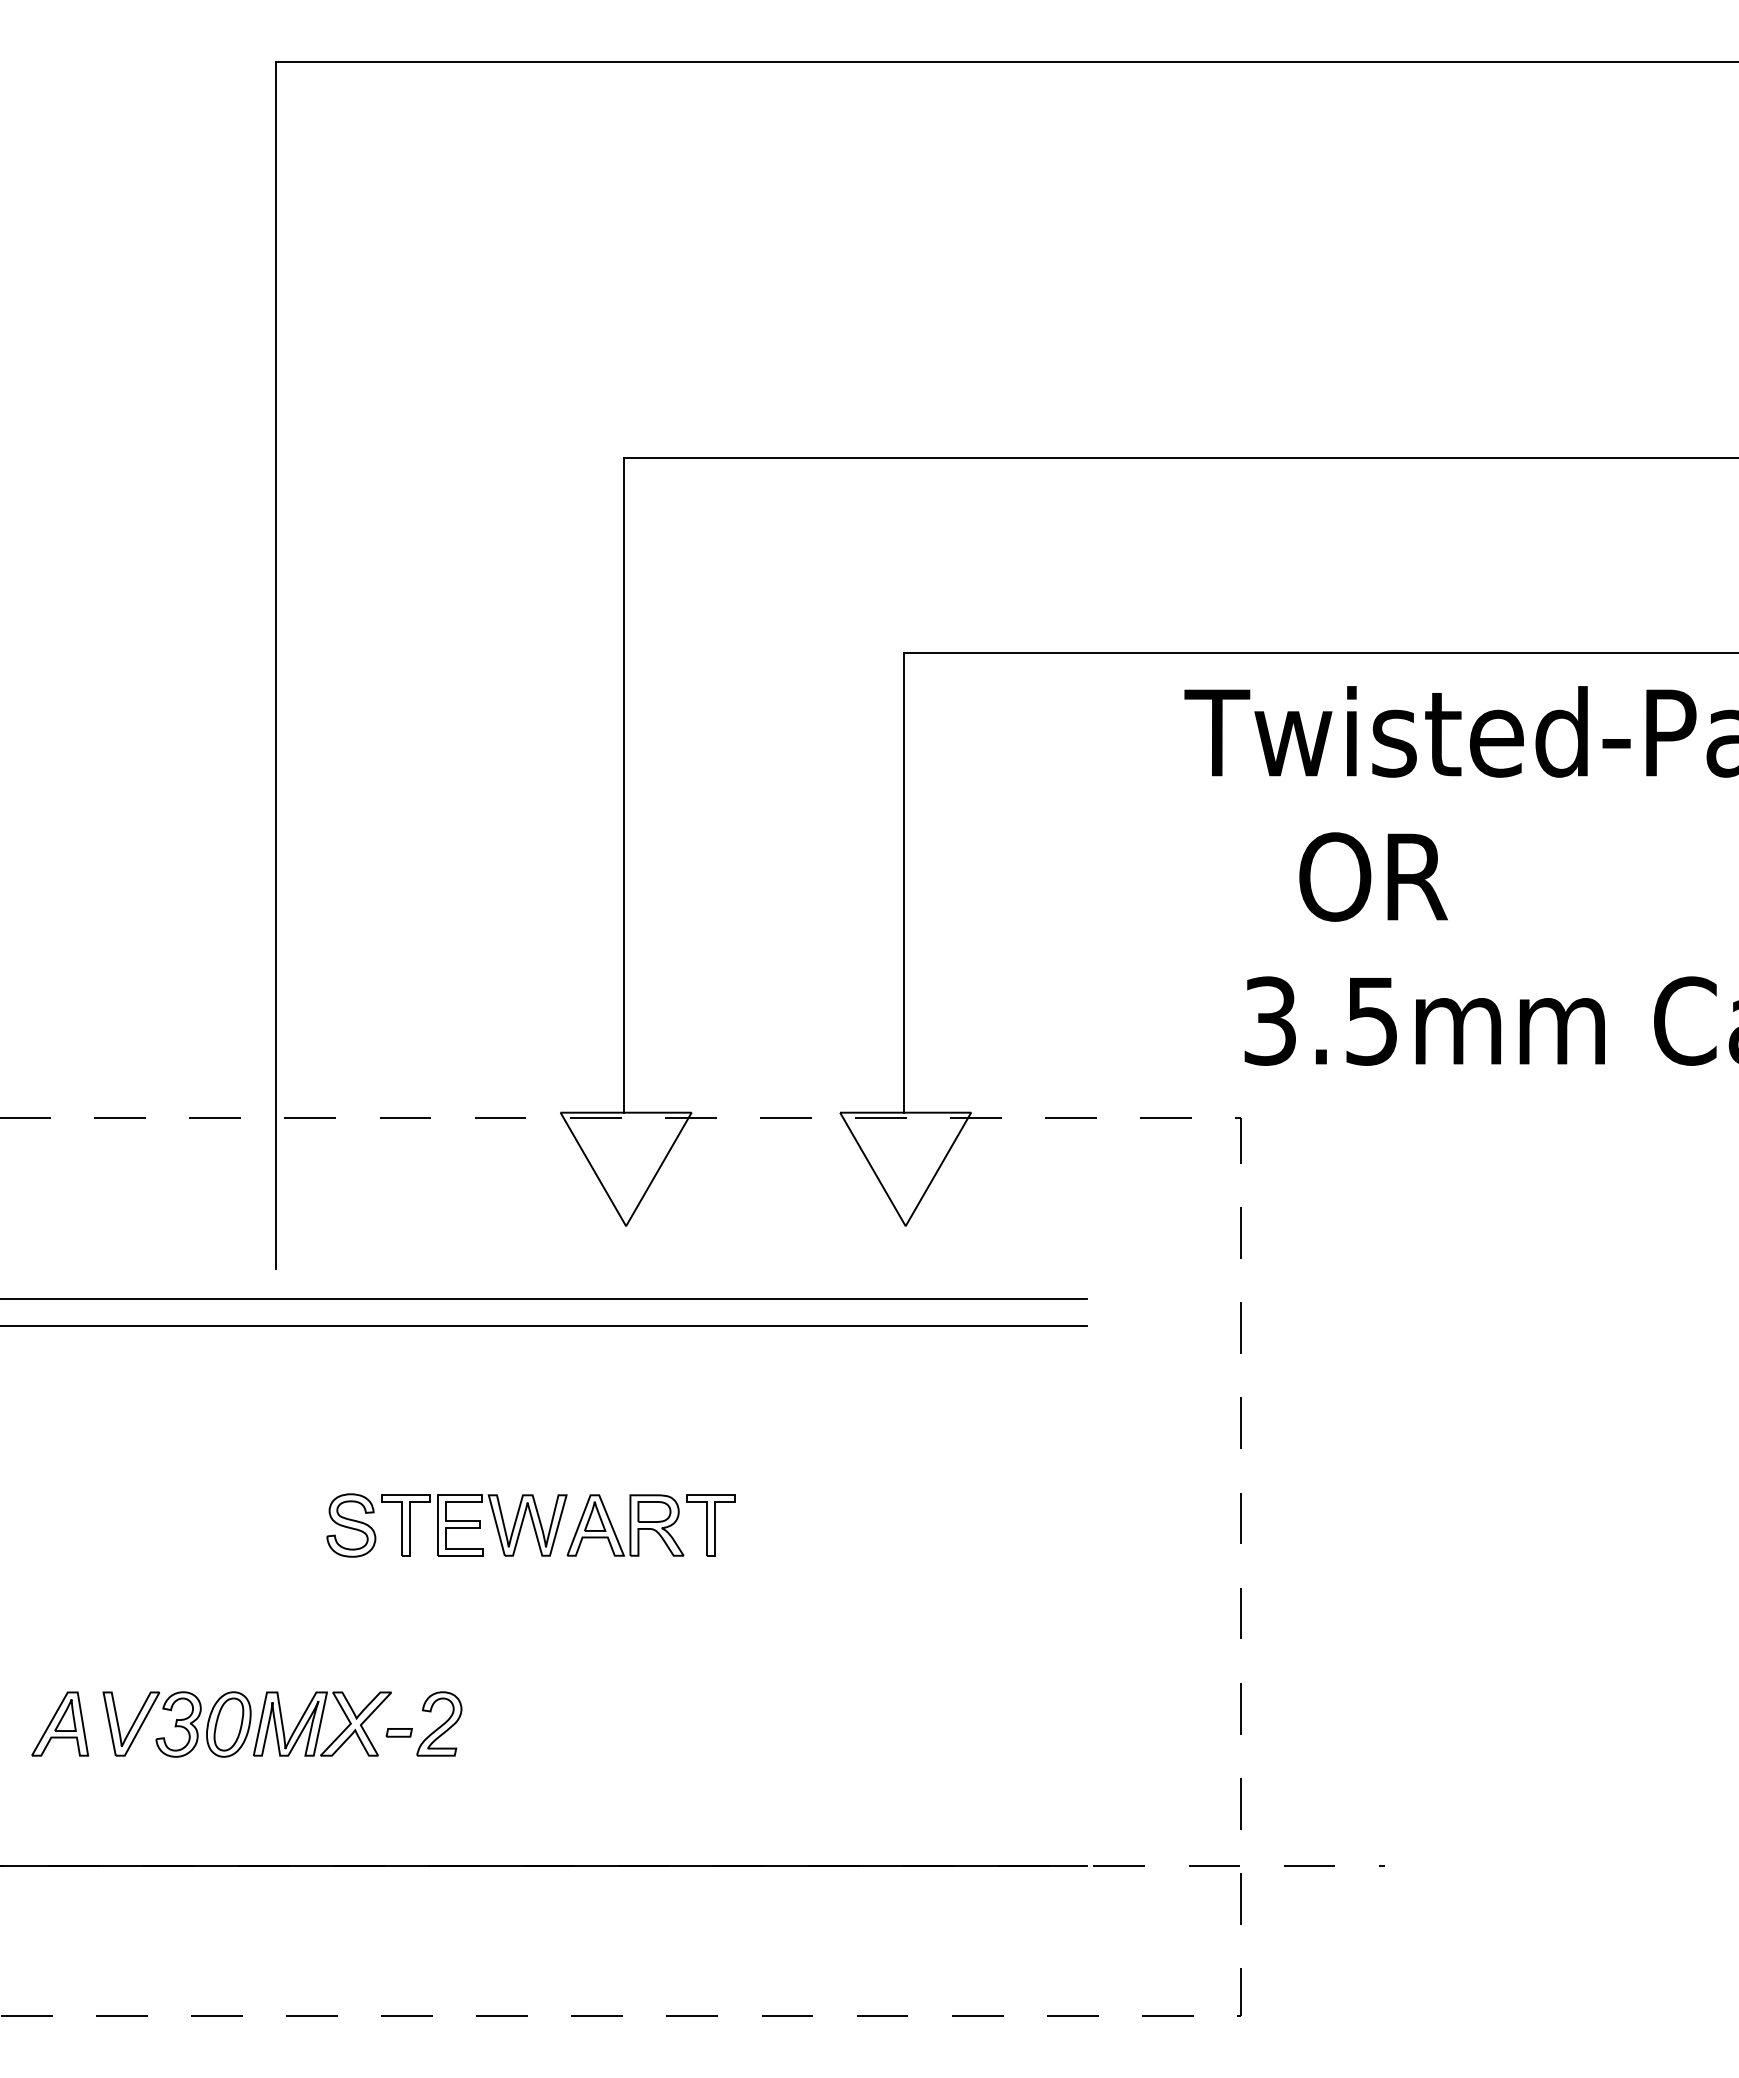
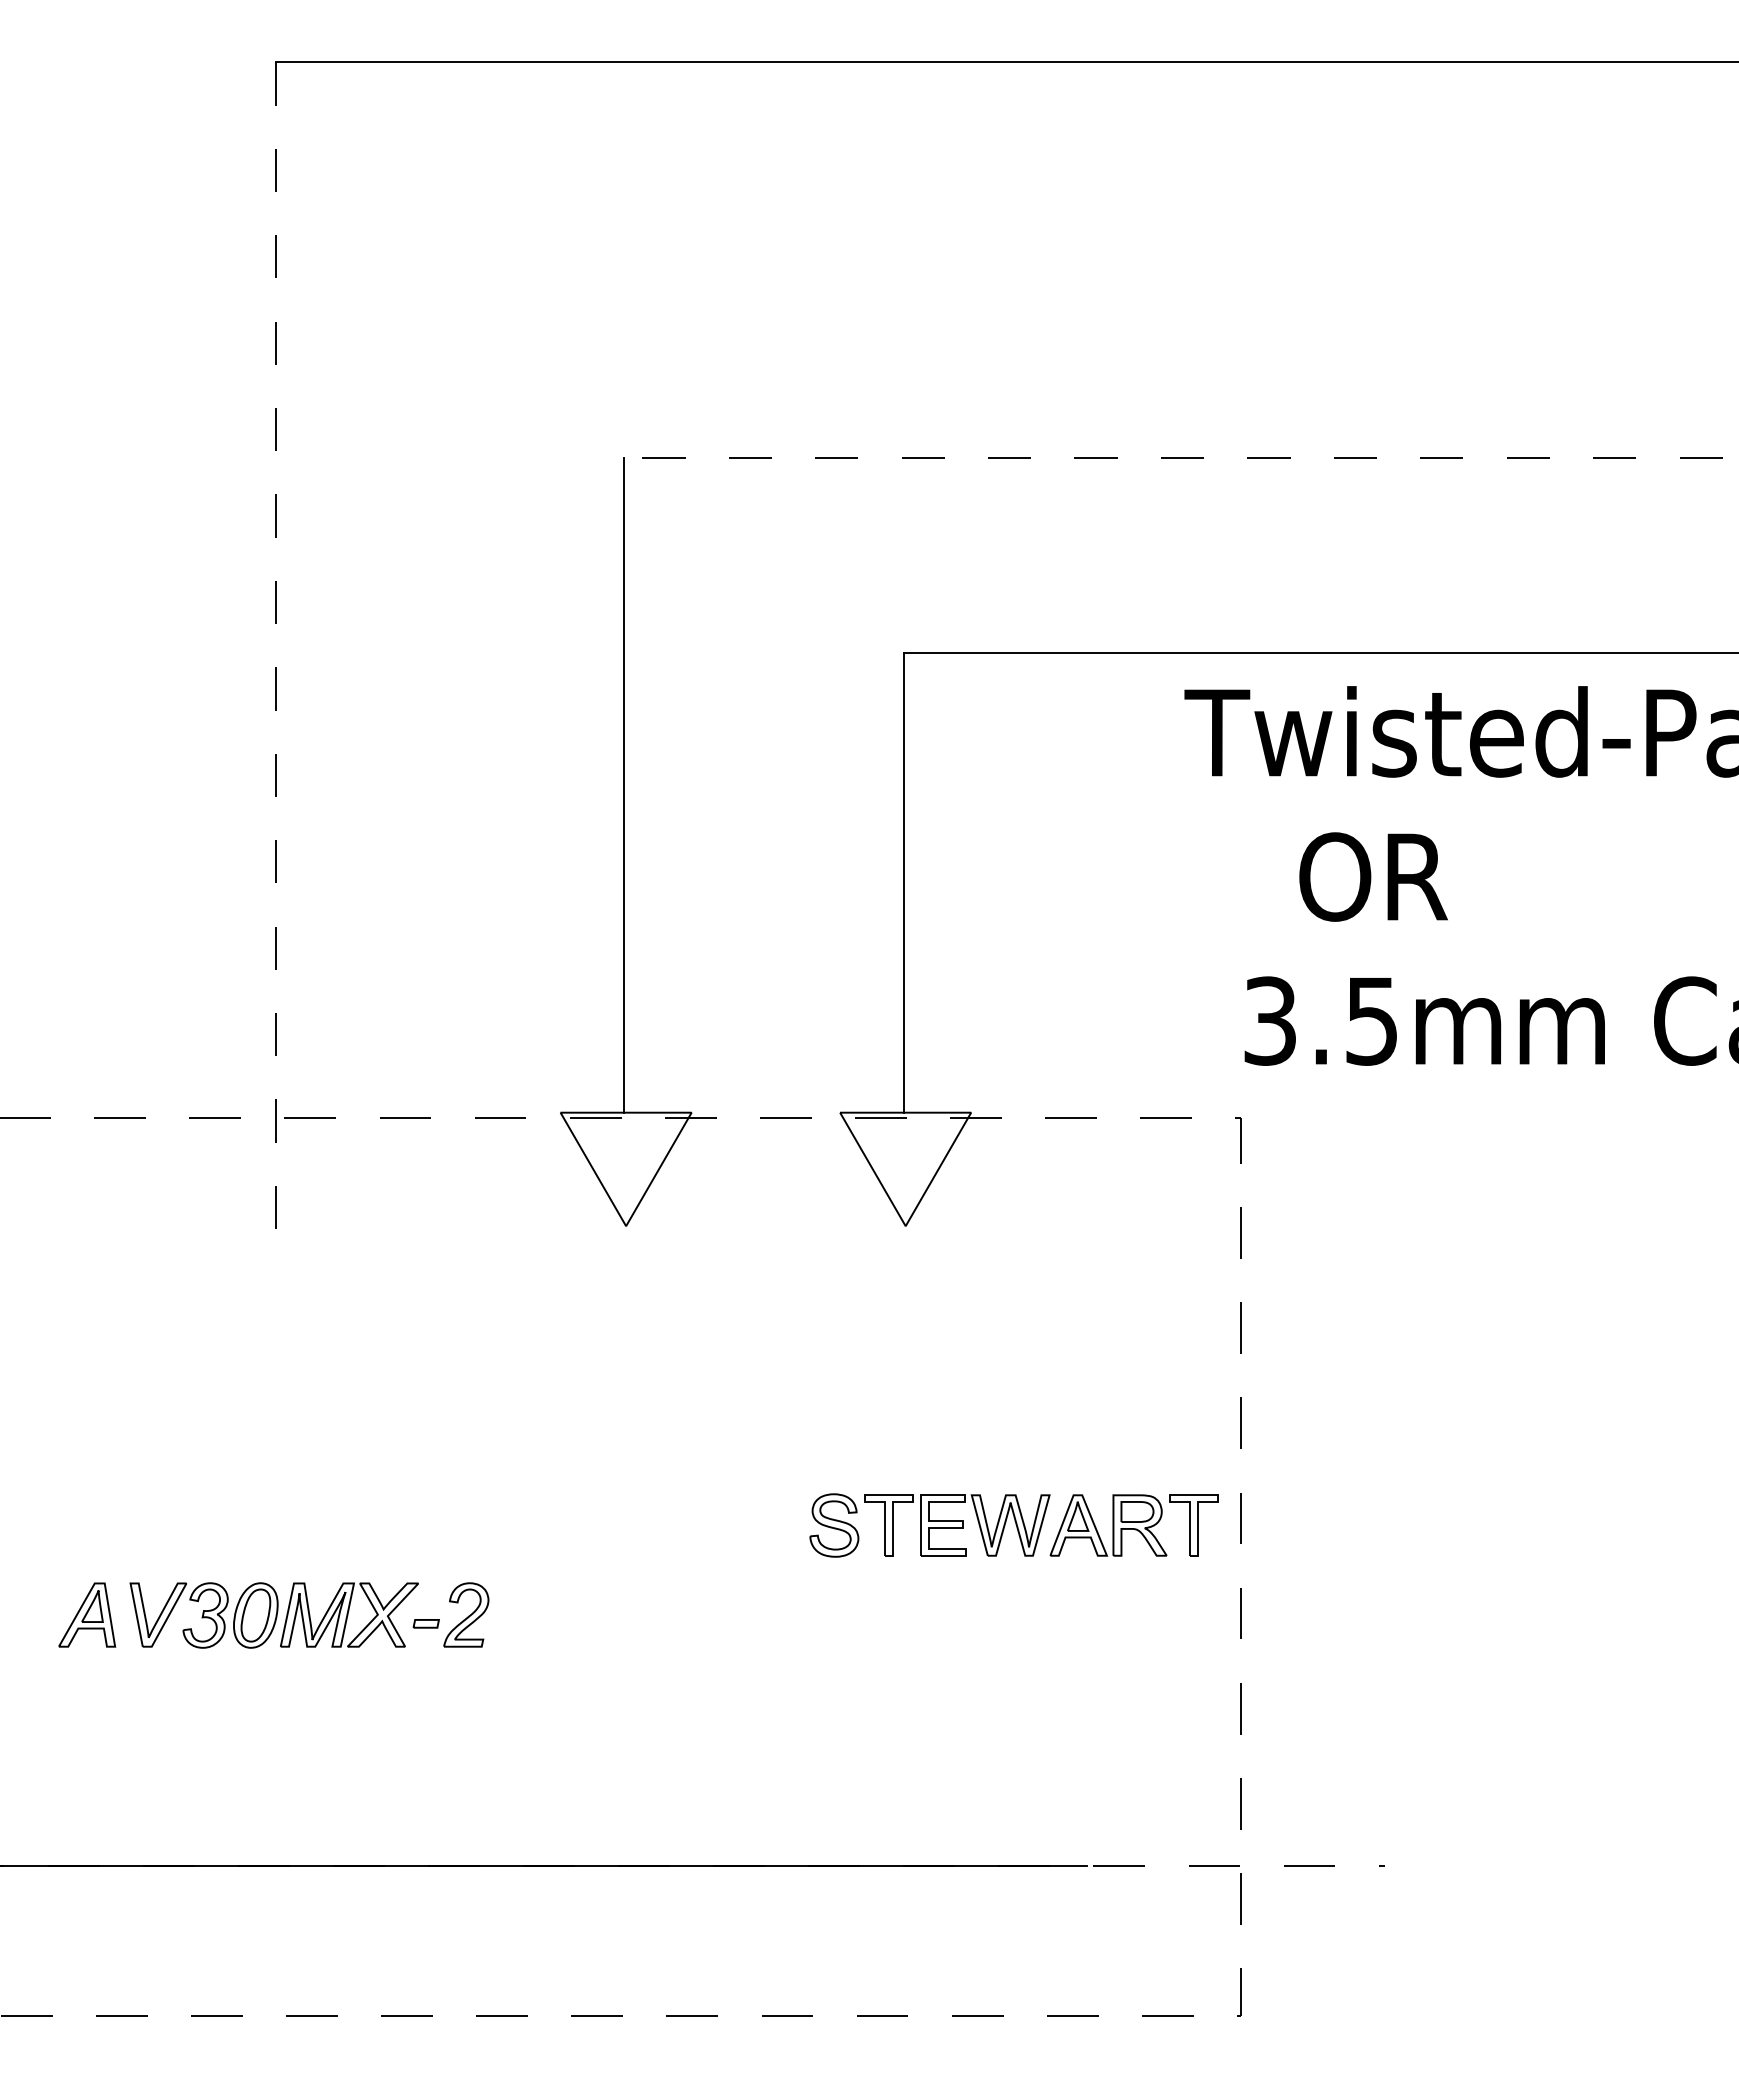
line at (1181, 457): solid -> dashed
line at (276, 666): solid -> dashed
line at (544, 1299): present -> none
line at (544, 1326): present -> none
part at (530, 1525) position: (530, 1525) -> (1013, 1525)
part at (246, 1724) position: (246, 1724) -> (273, 1615)
